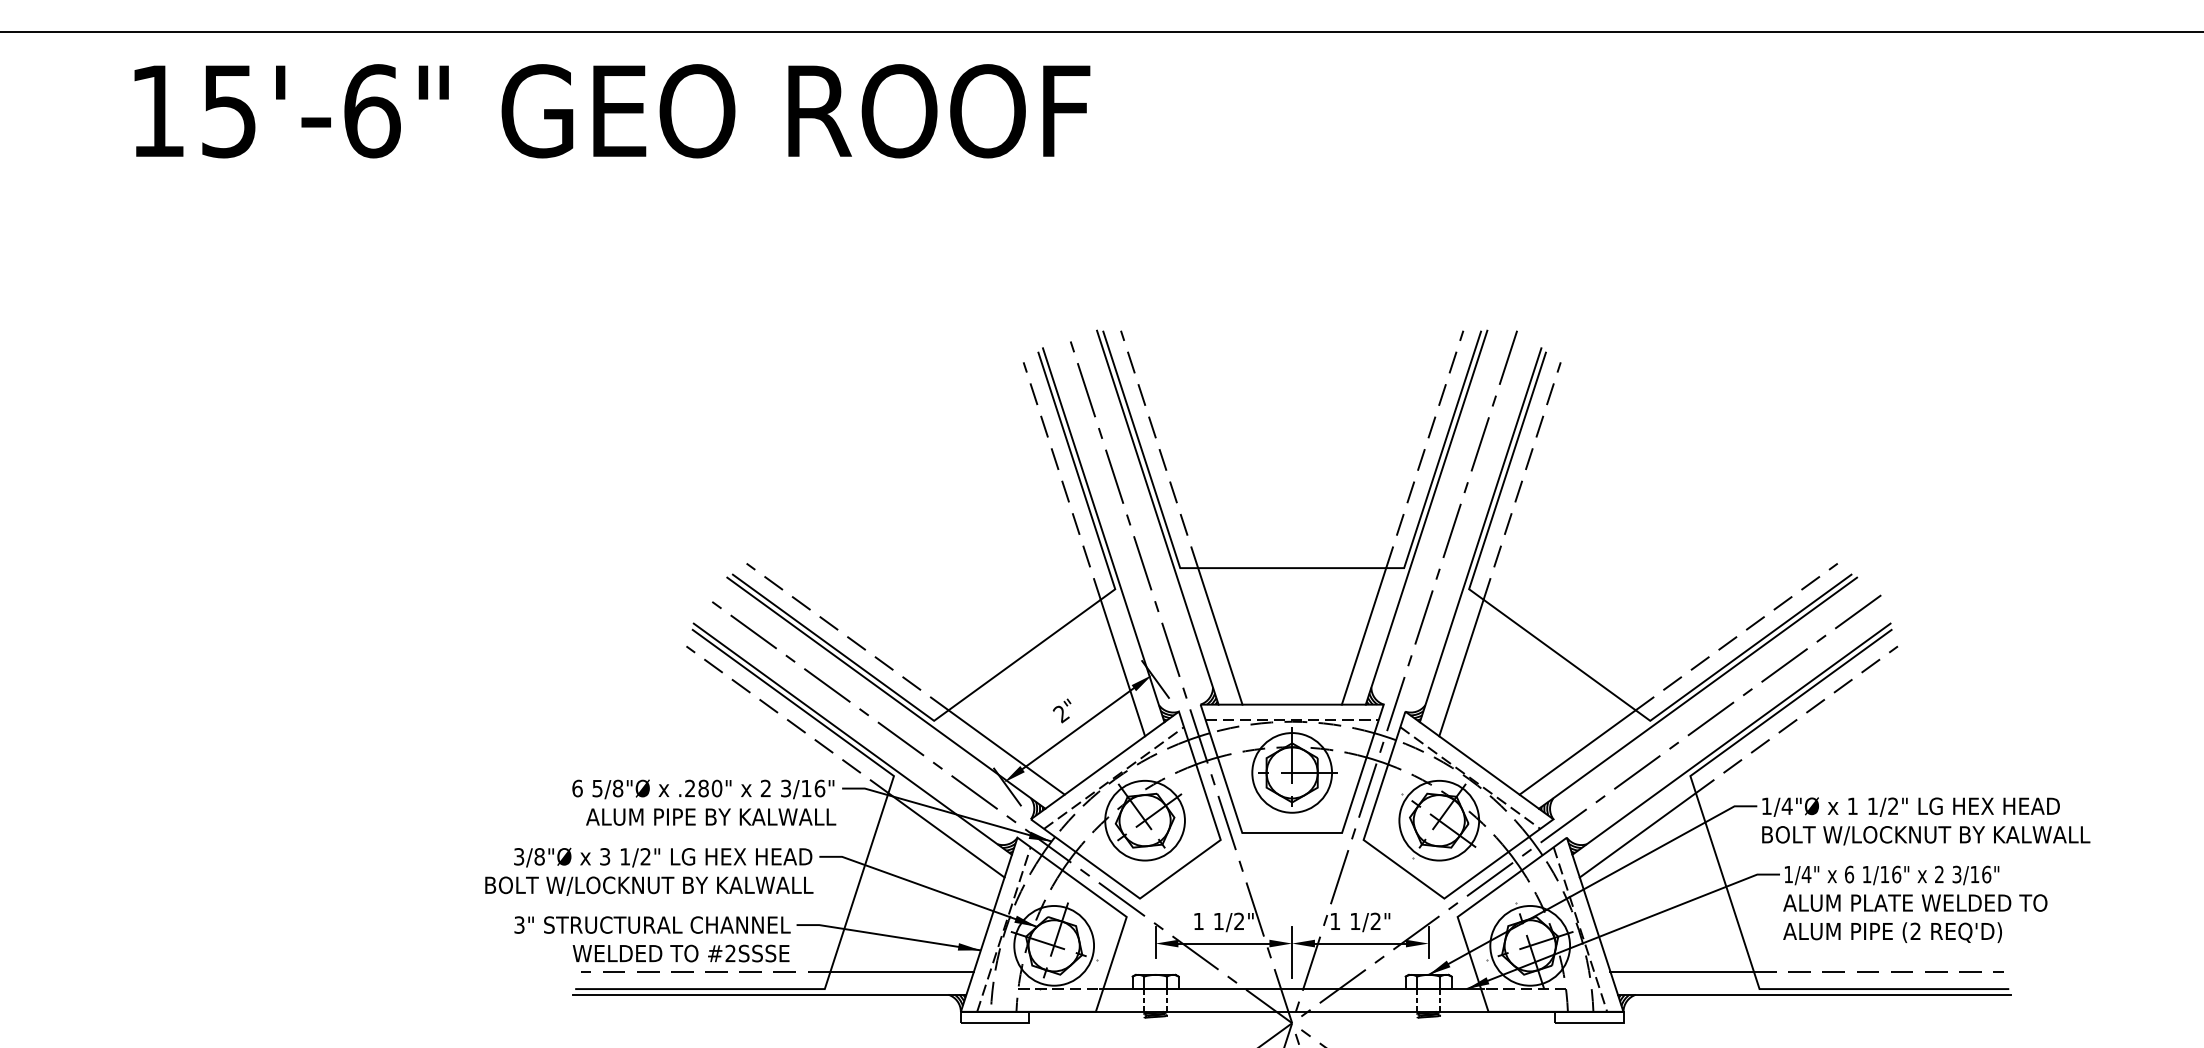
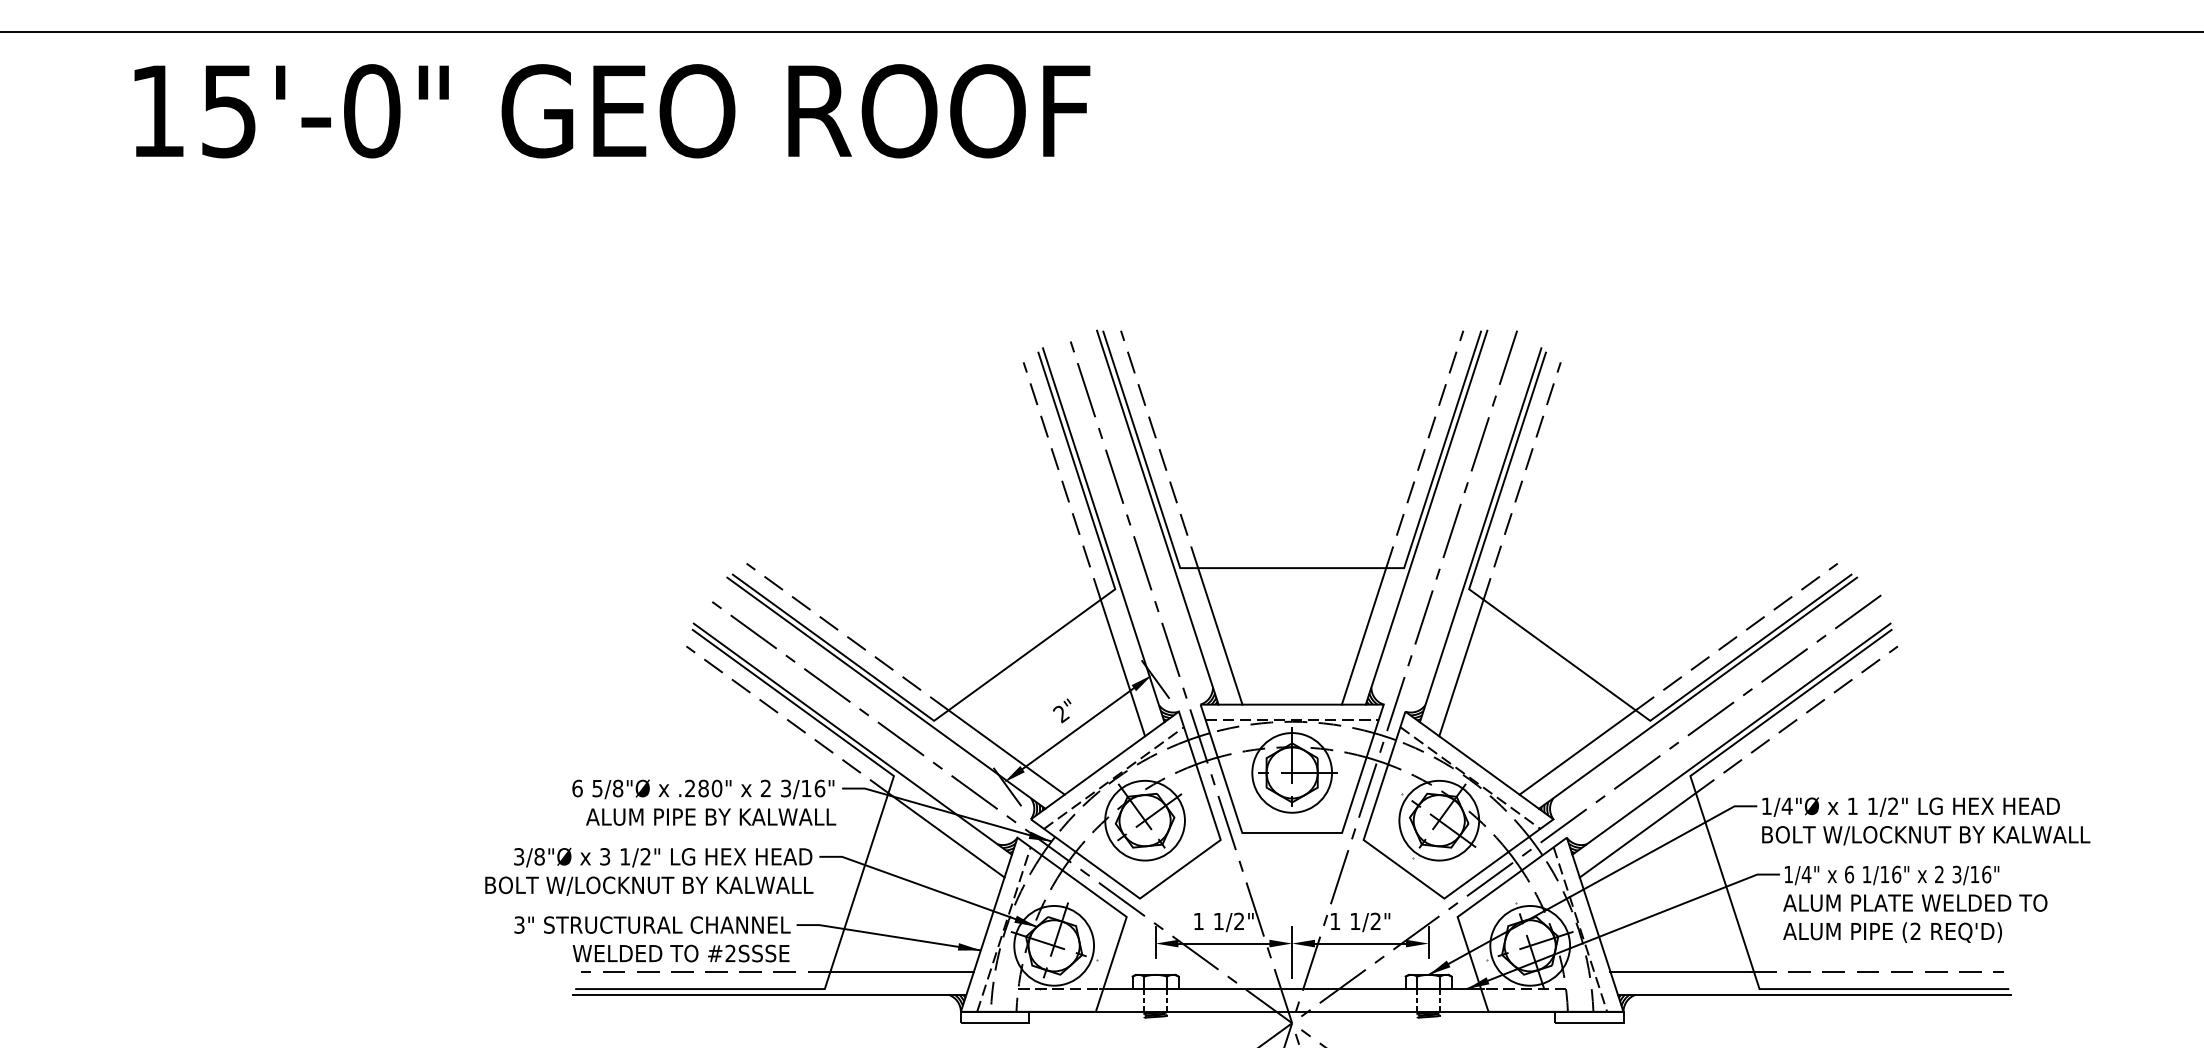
text at (372, 111): 15'-6" -> 15'-0"
